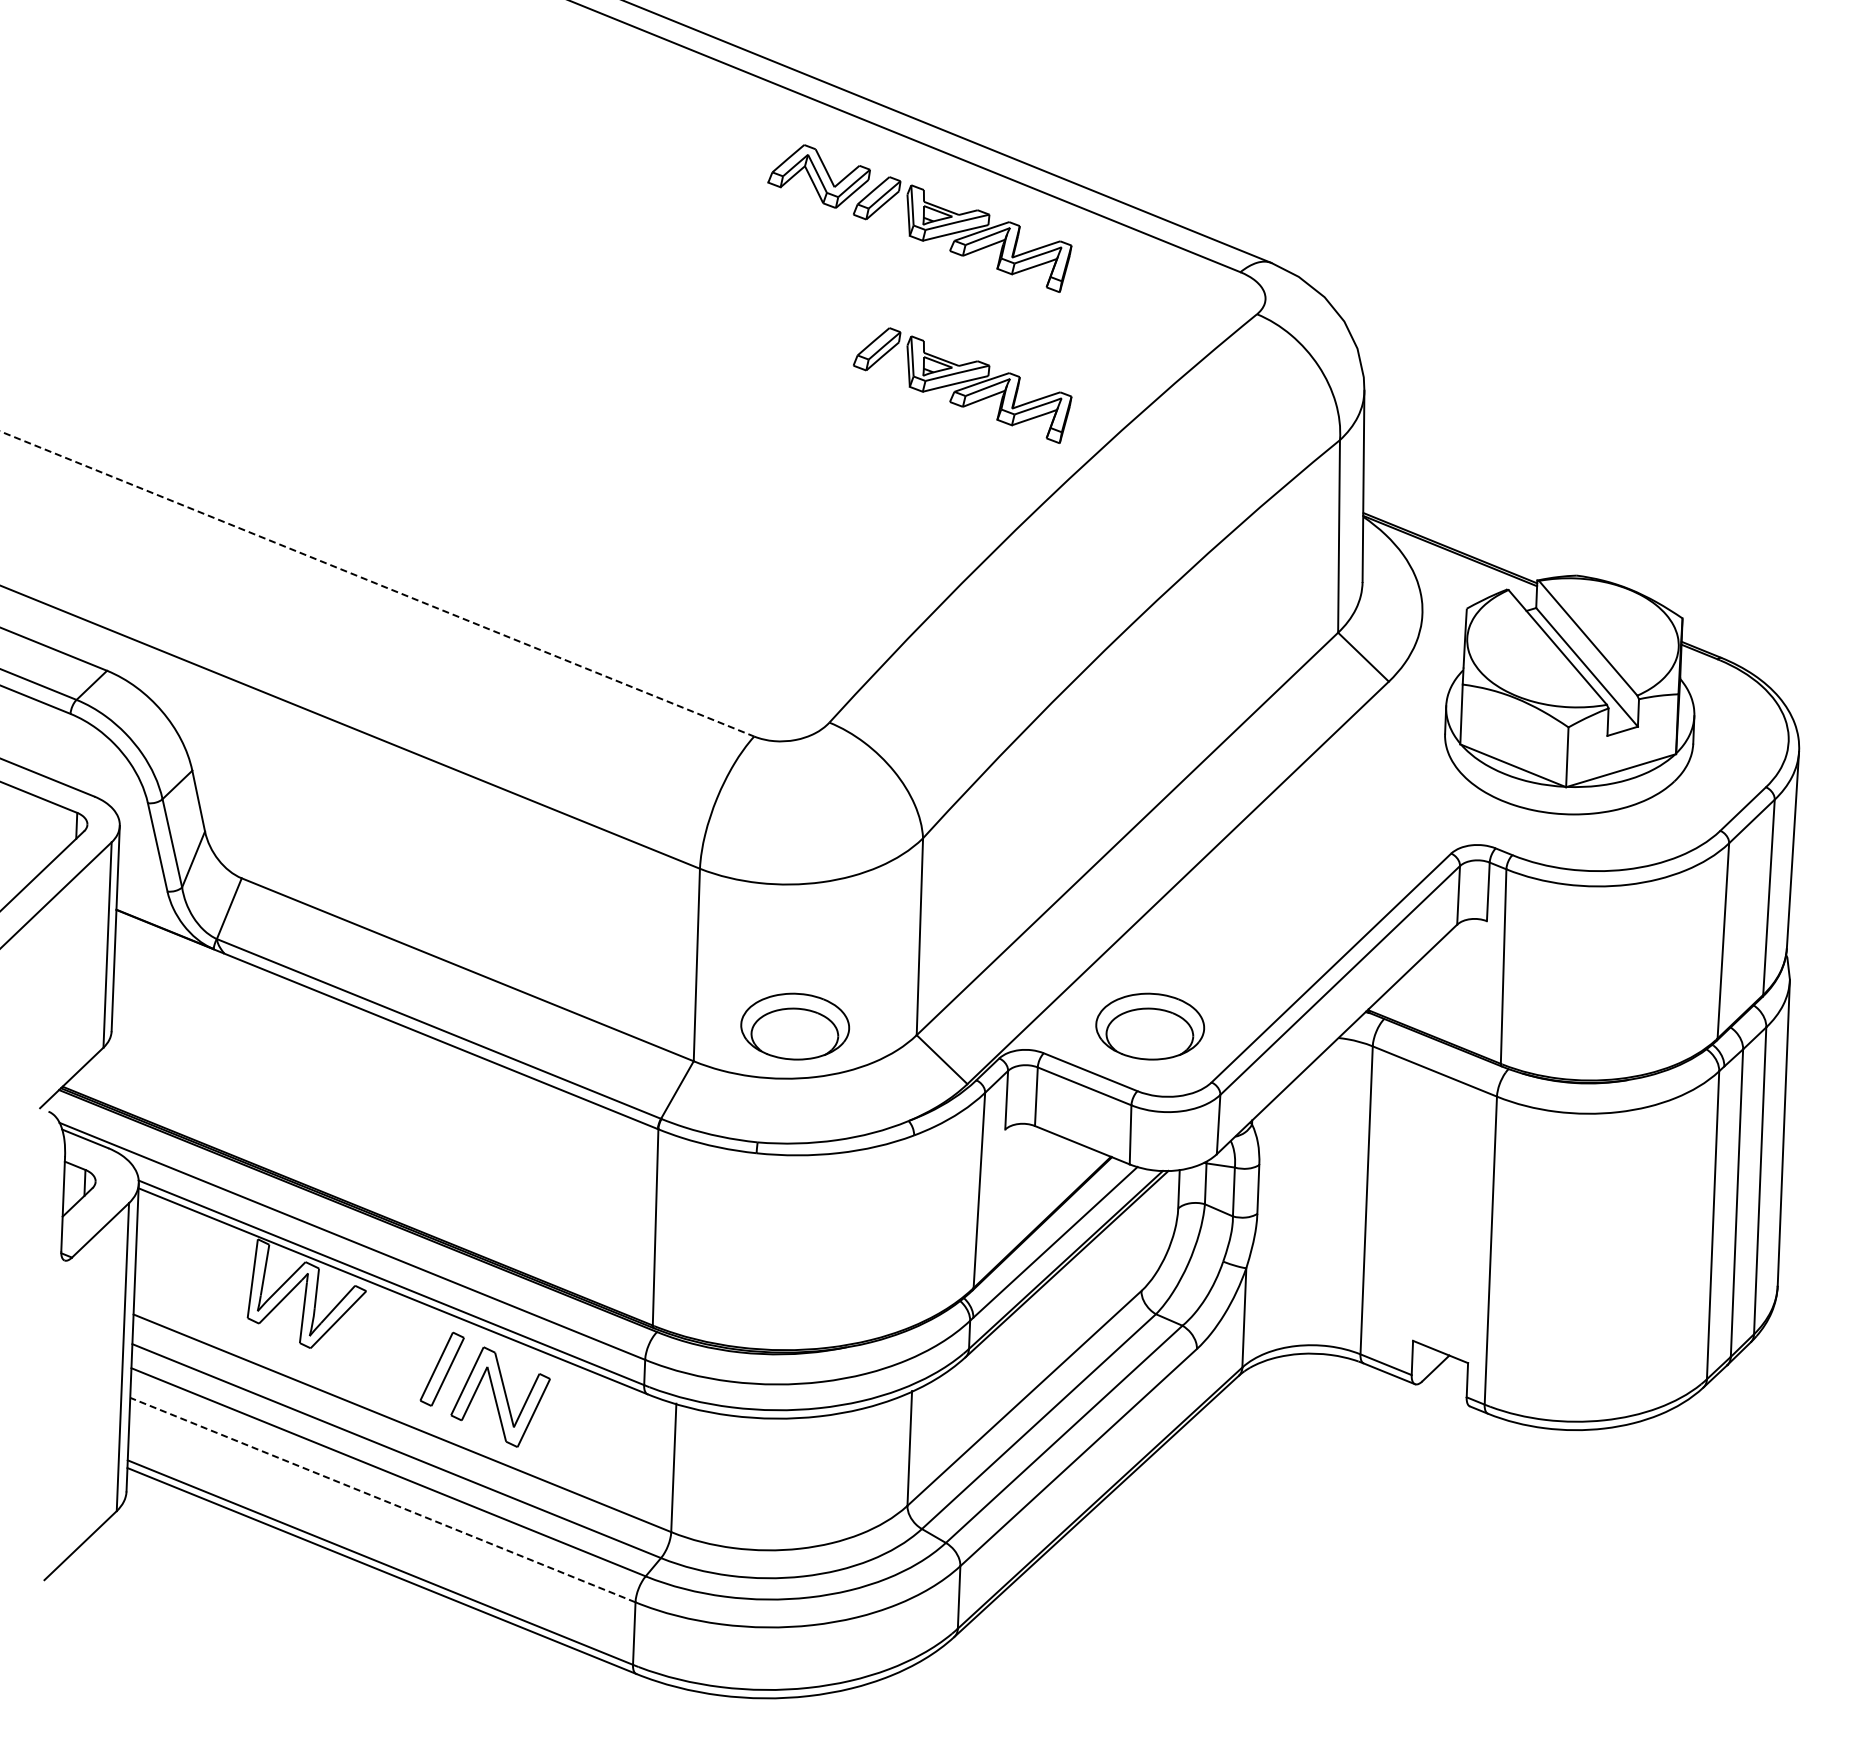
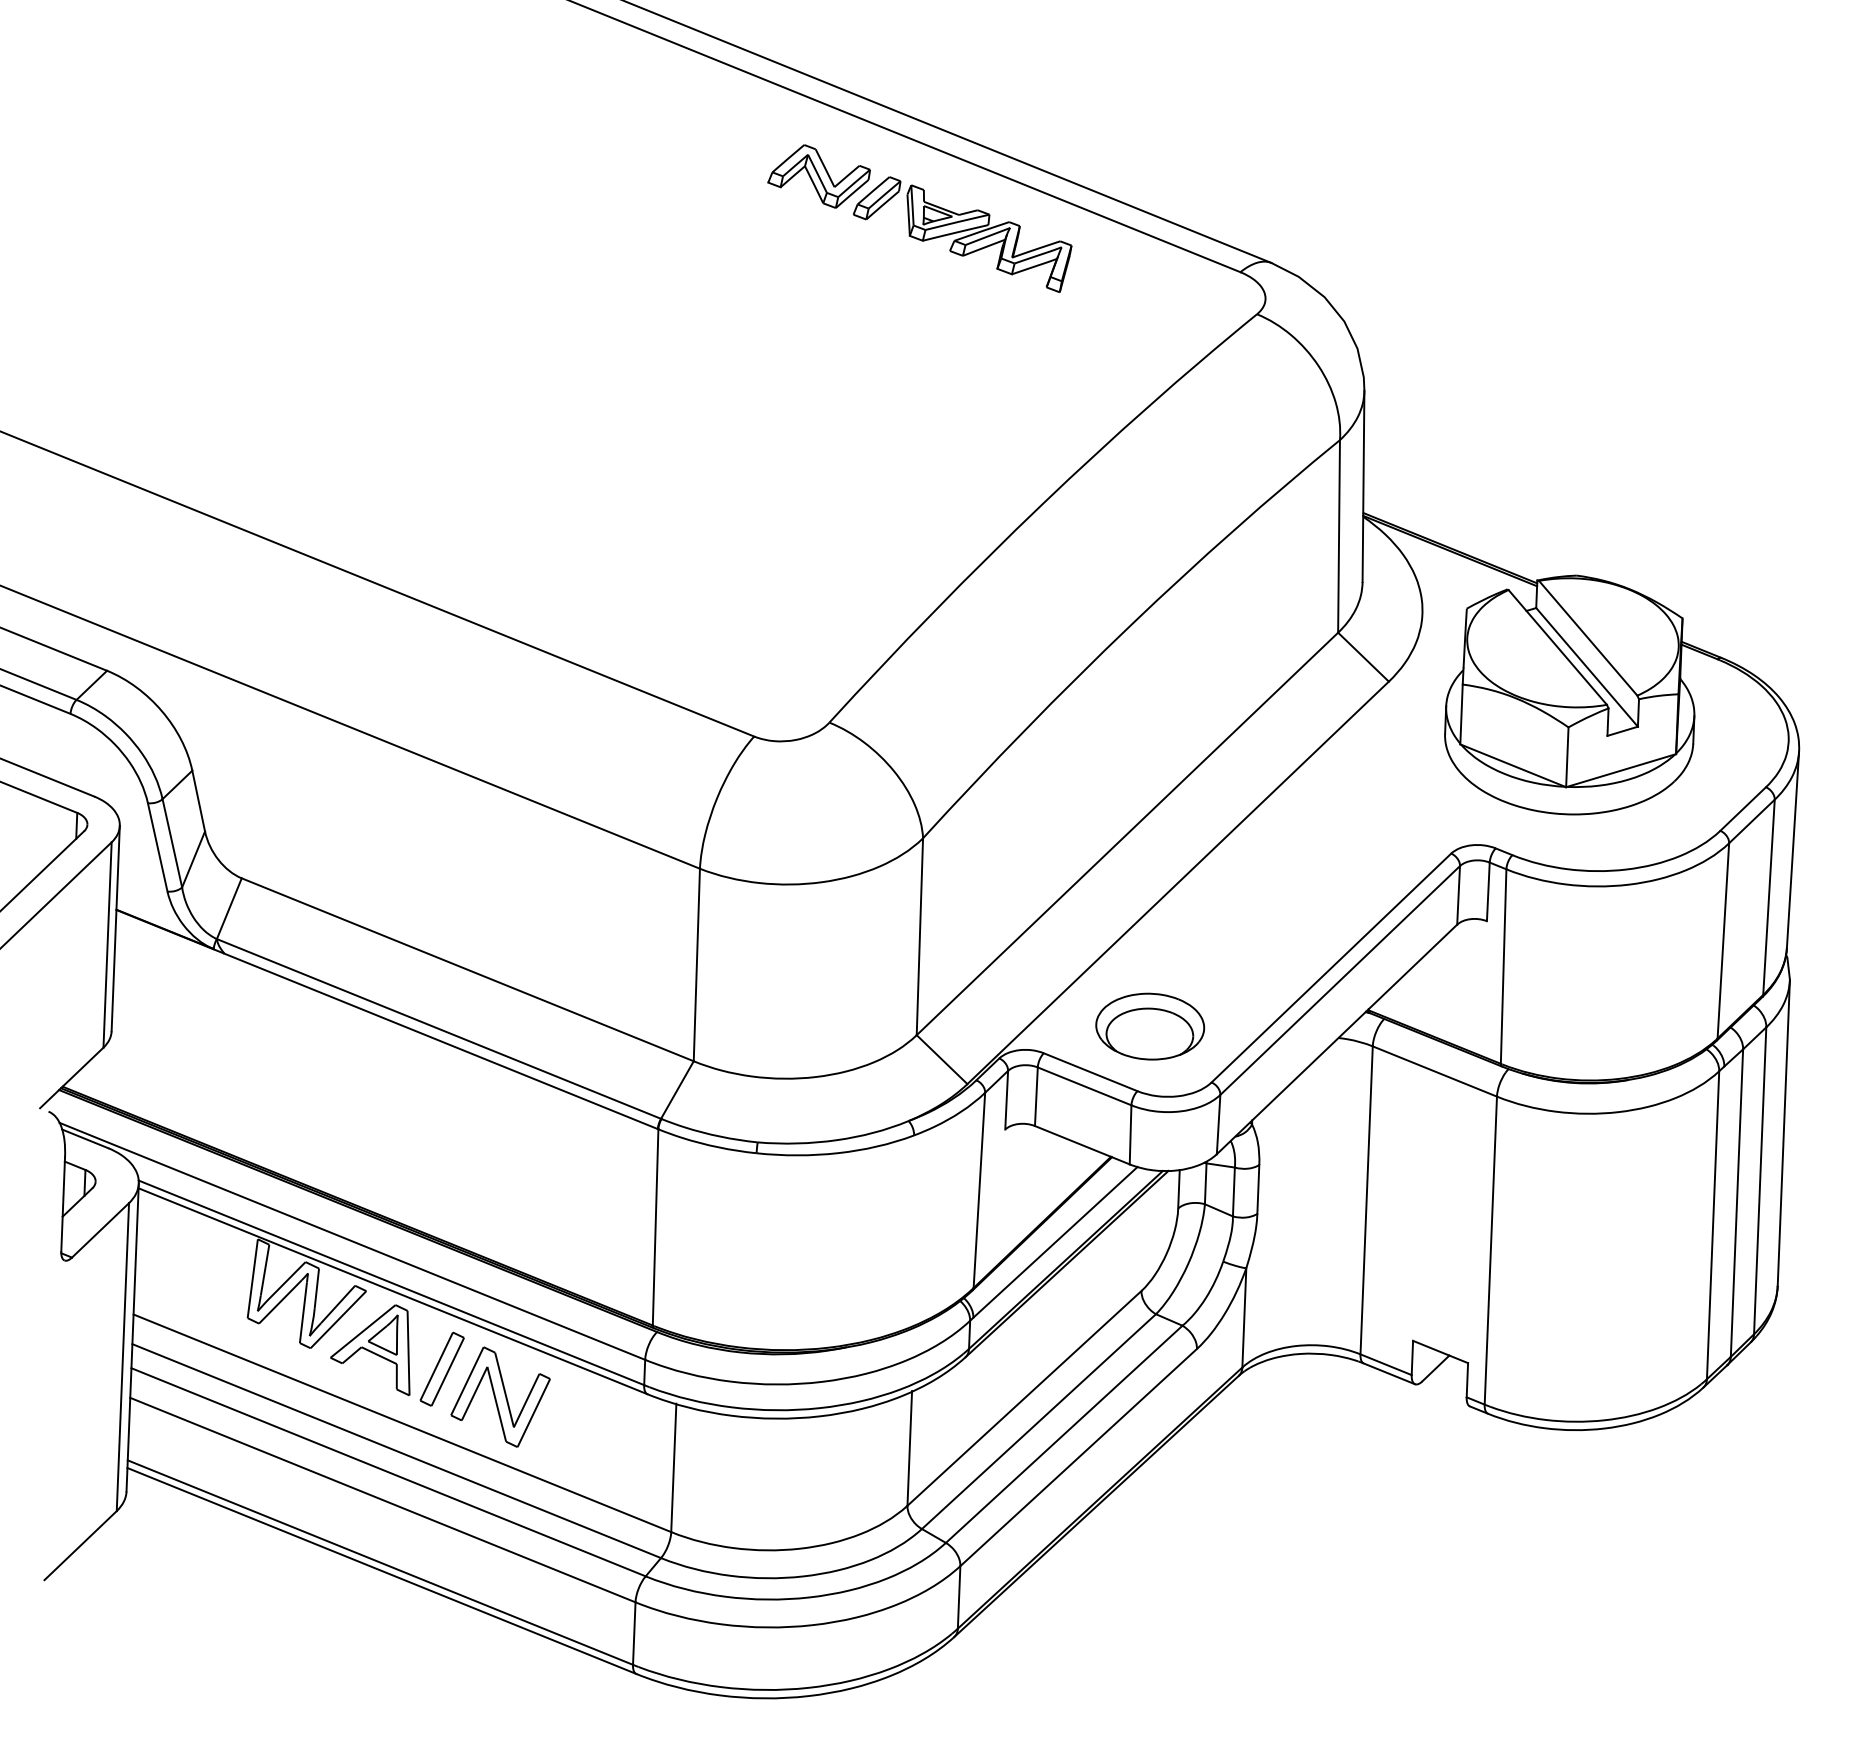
part at (962, 385): present -> none
line at (378, 584): dashed -> solid
part at (795, 1026): present -> none
part at (370, 1349): none -> present
line at (382, 1500): dashed -> solid
